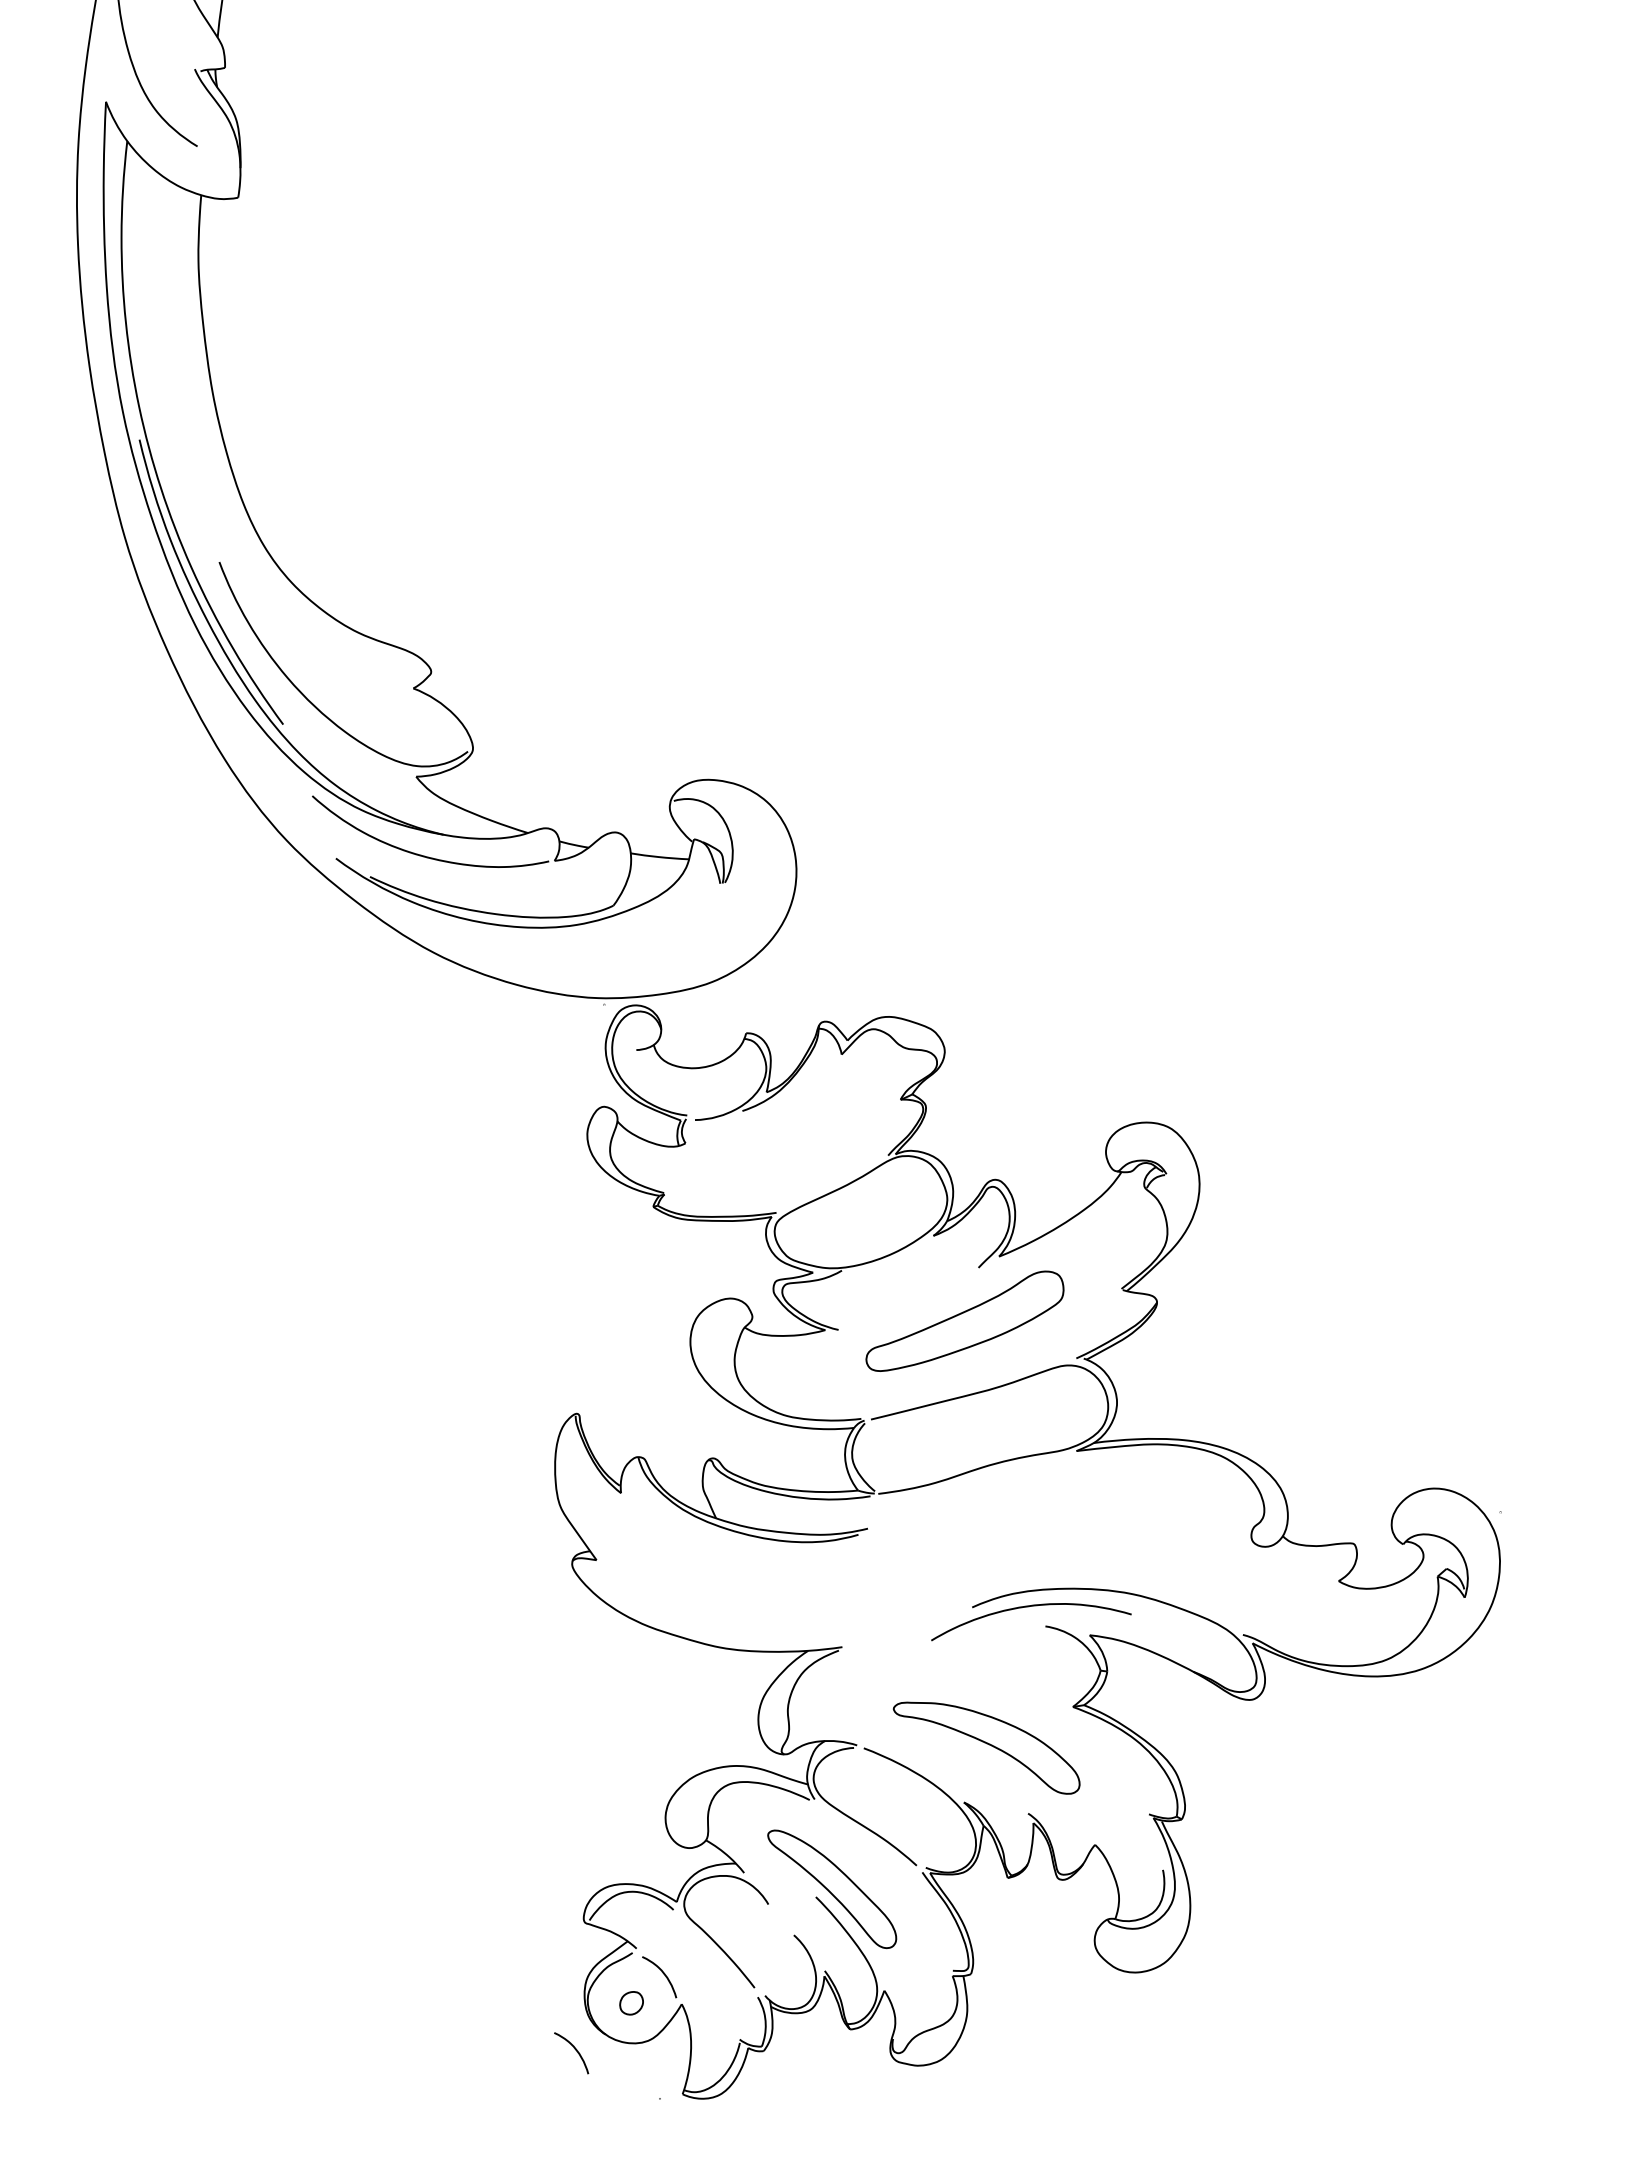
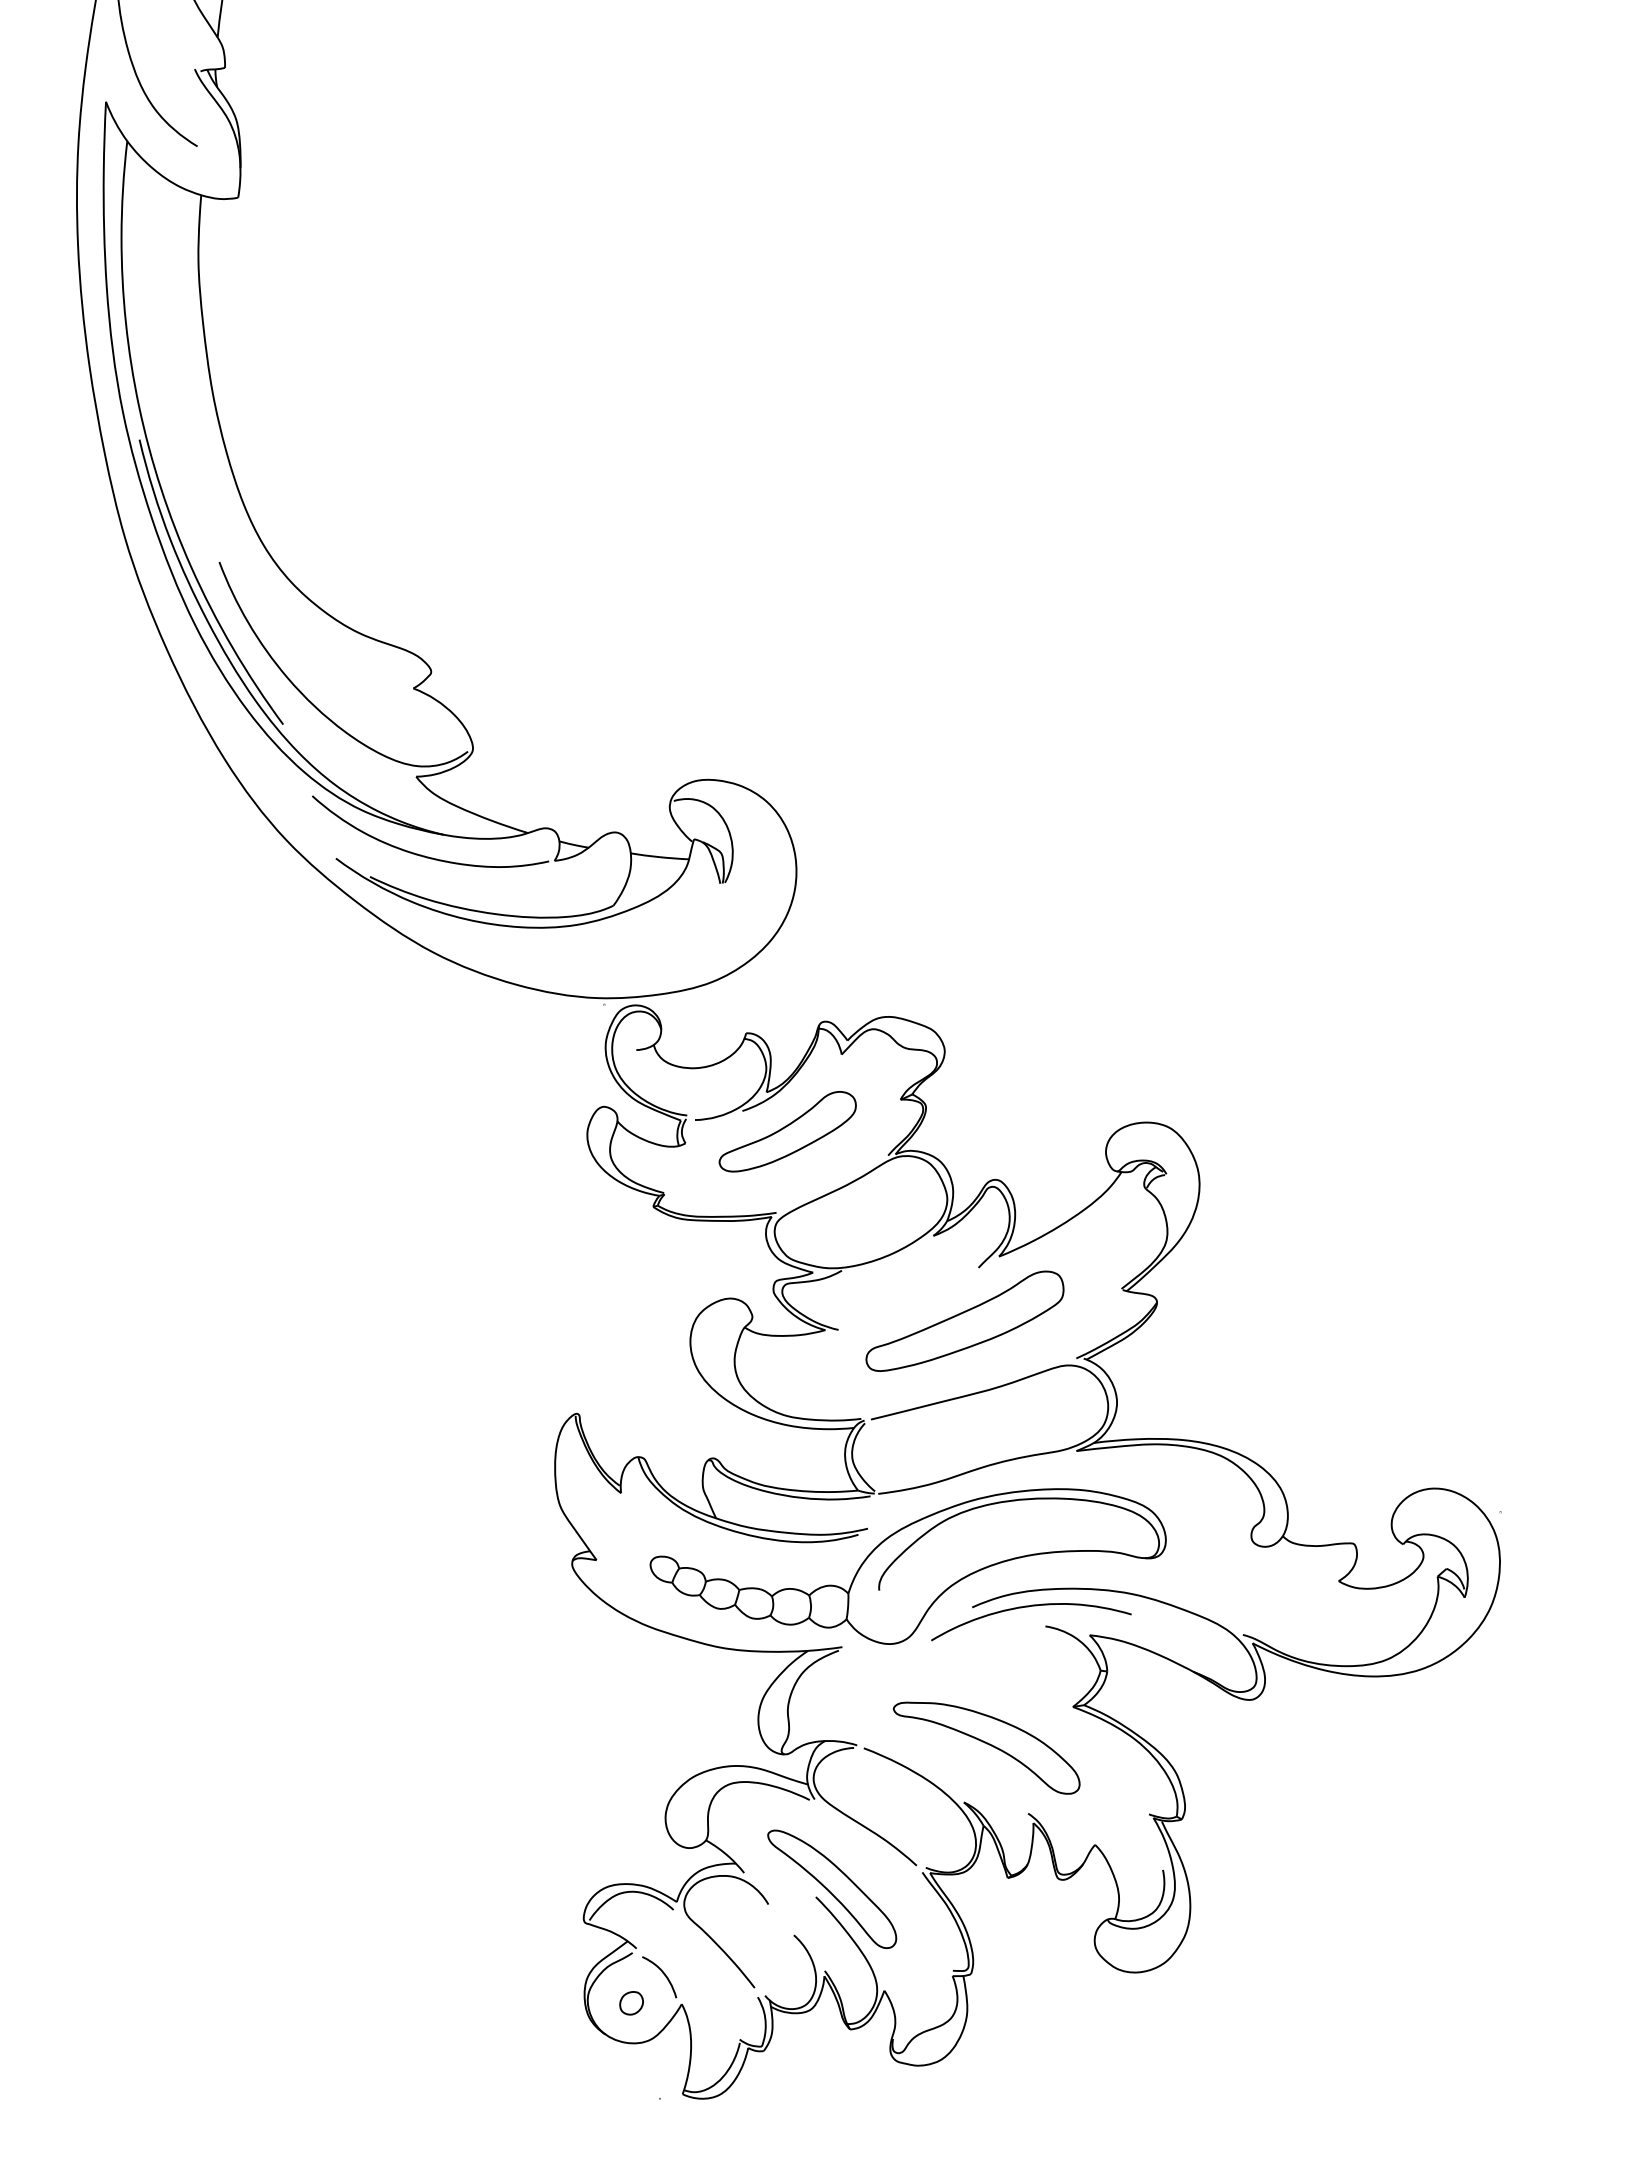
part at (787, 1131): none -> present
part at (907, 1566): none -> present
curve at (574, 2049): present -> none
